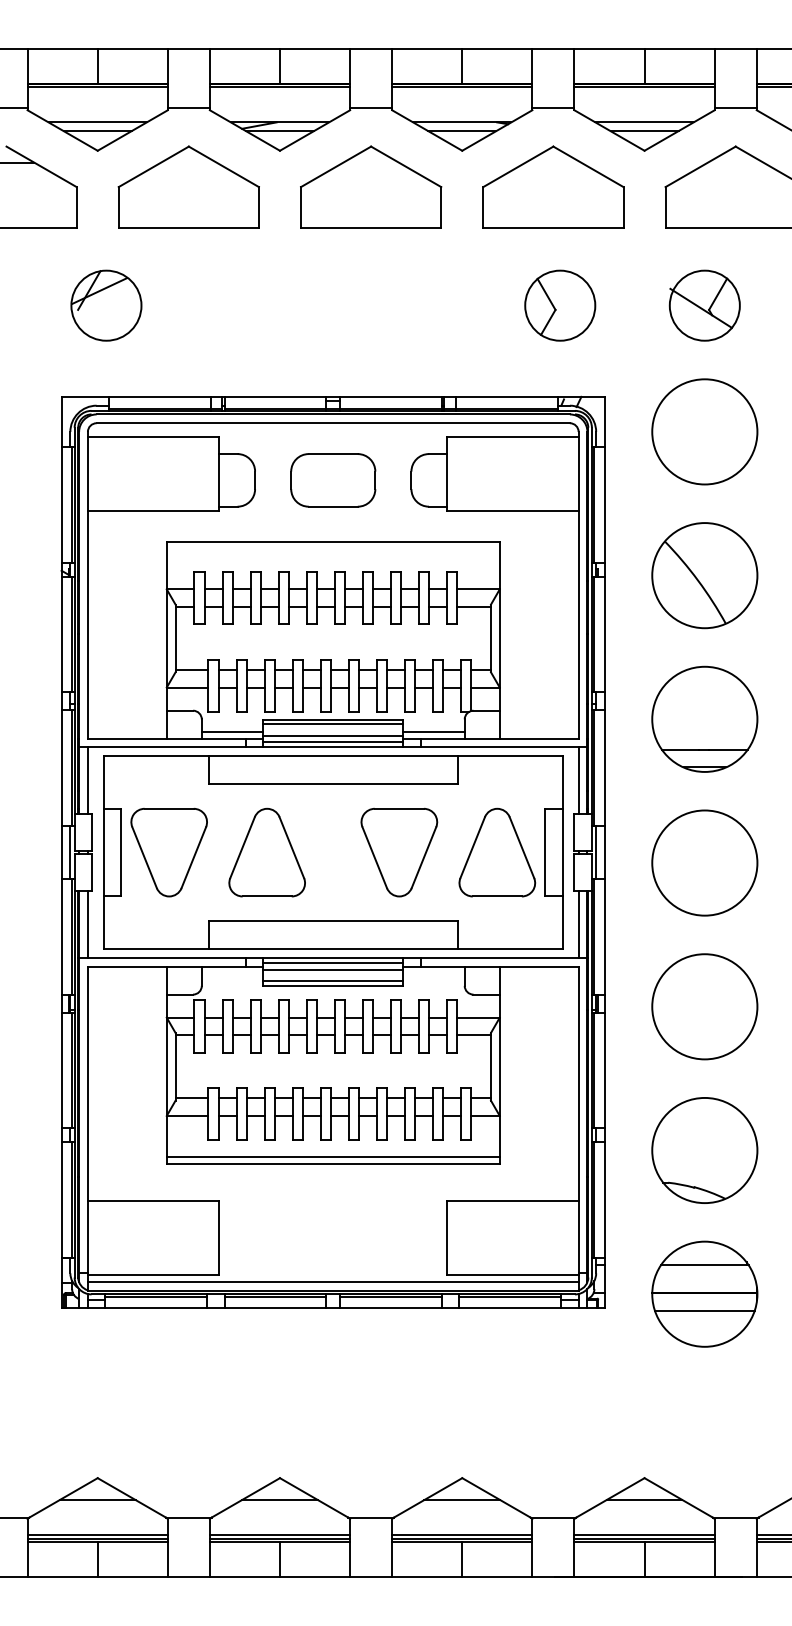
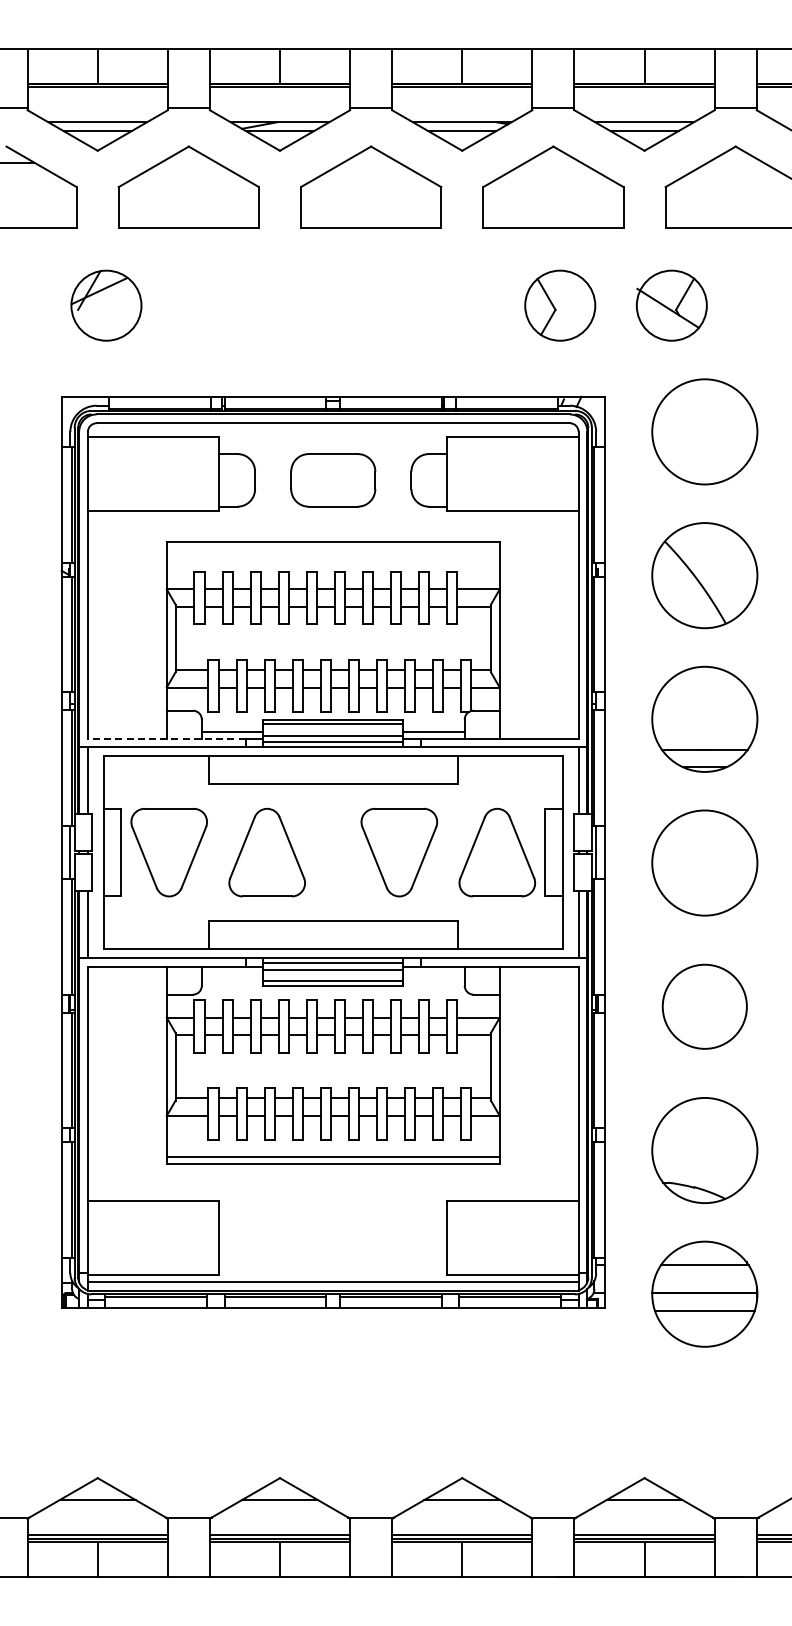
part at (704, 305) position: (704, 305) -> (671, 305)
line at (166, 738): solid -> dashed
circle at (704, 1006) diameter: 105 px -> 84 px
